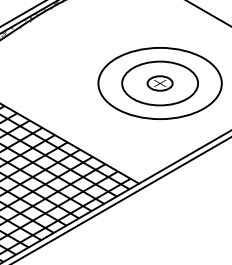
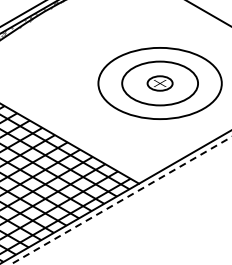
line at (120, 201): solid -> dashed
